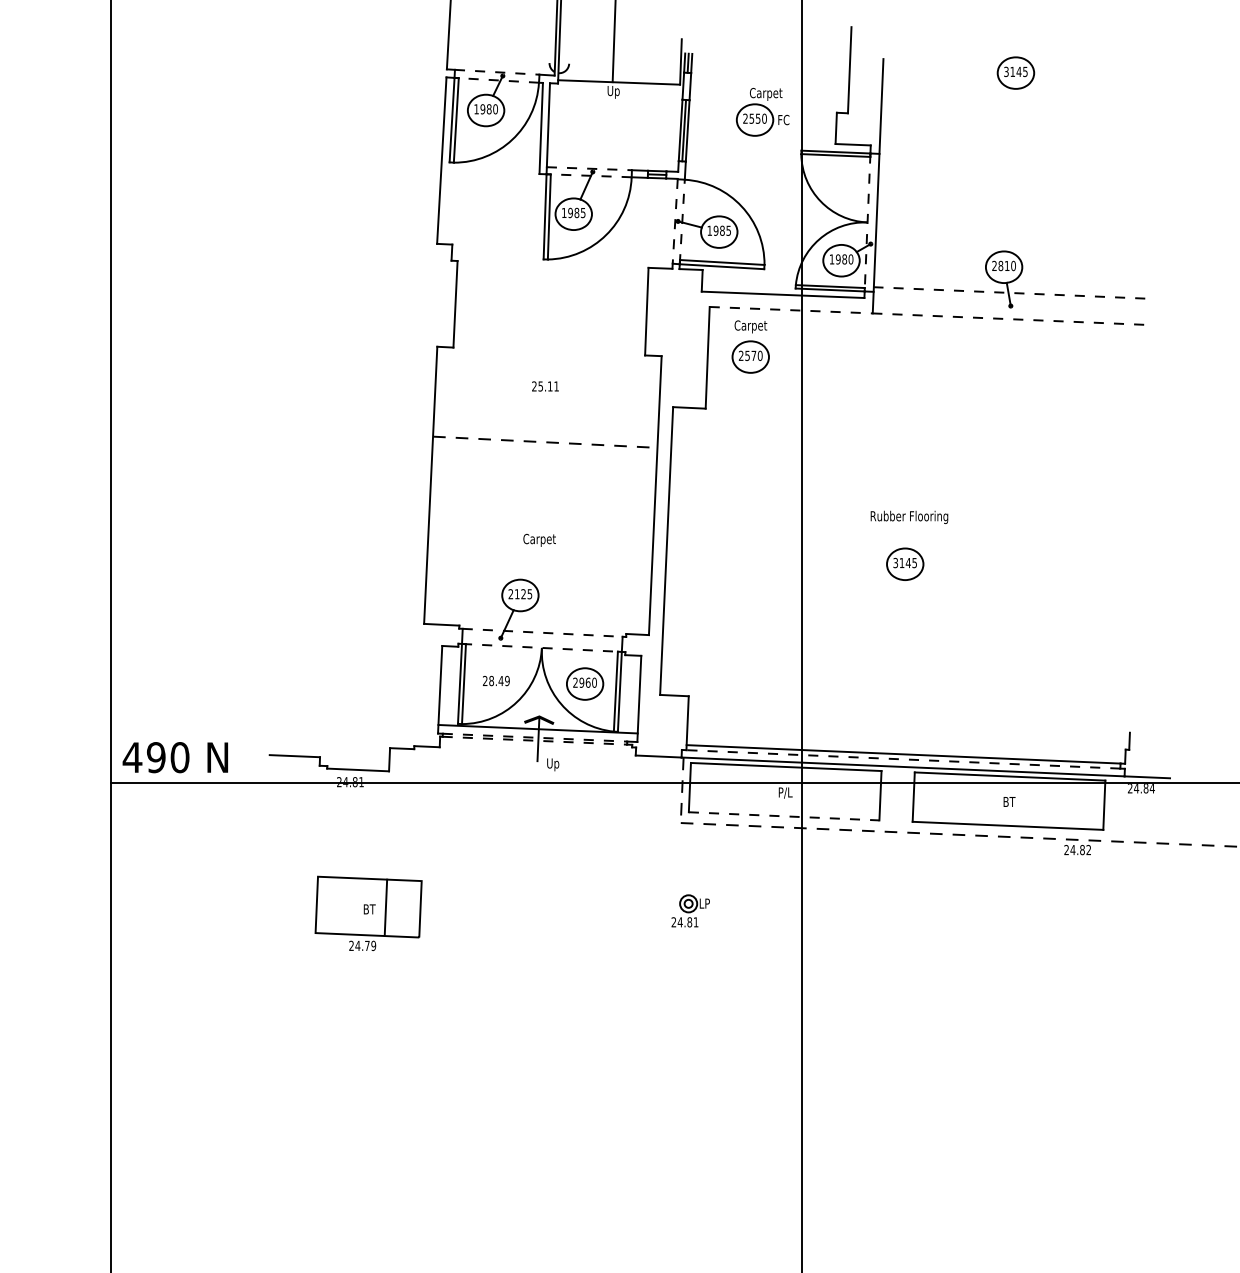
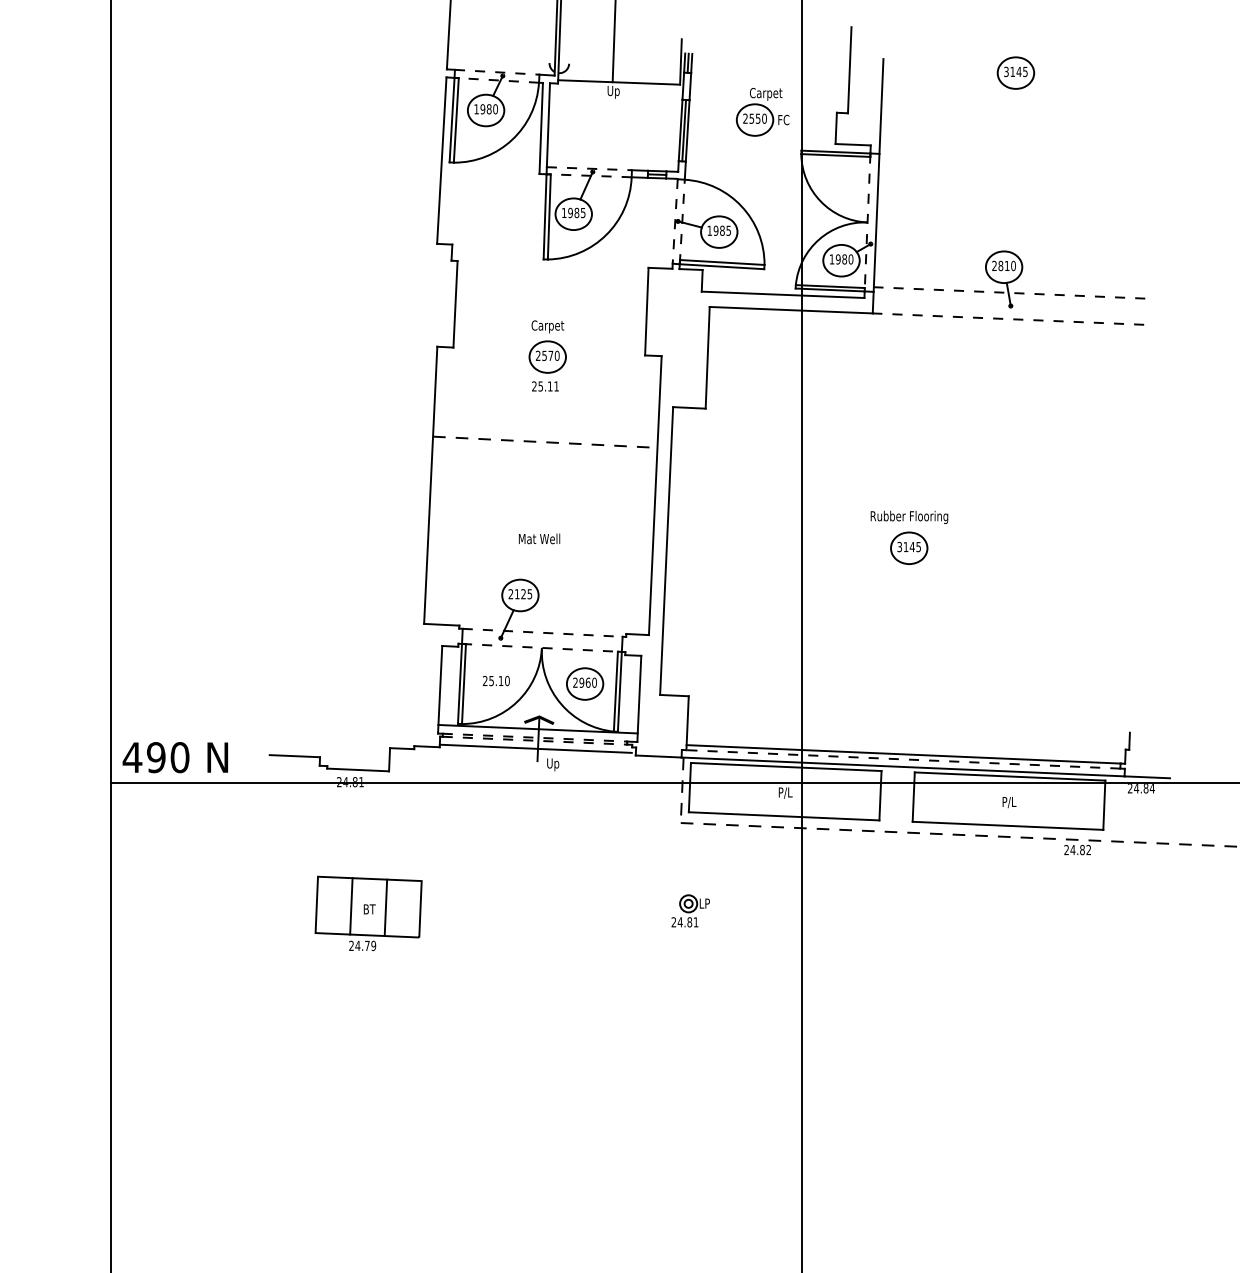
line at (791, 310): dashed -> solid
part at (750, 346) position: (750, 346) -> (547, 346)
text at (539, 539): Carpet -> Mat Well
part at (905, 563) position: (905, 563) -> (909, 547)
text at (499, 680): 28.49 -> 25.10
line at (535, 748): none -> present
text at (1009, 802): BT -> P/L
line at (784, 816): dashed -> solid
line at (351, 906): none -> present
